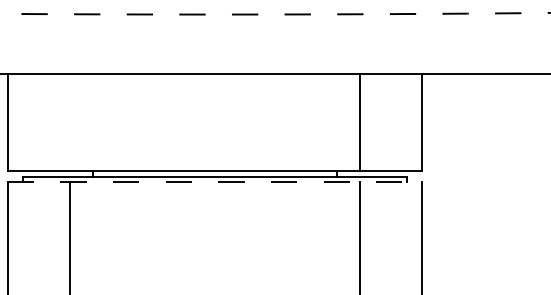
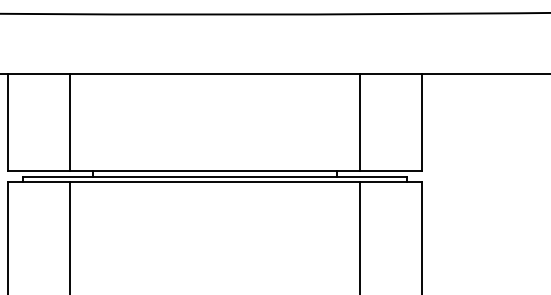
arc at (275, 14): dashed -> solid
line at (69, 122): none -> present
line at (215, 182): dashed -> solid
